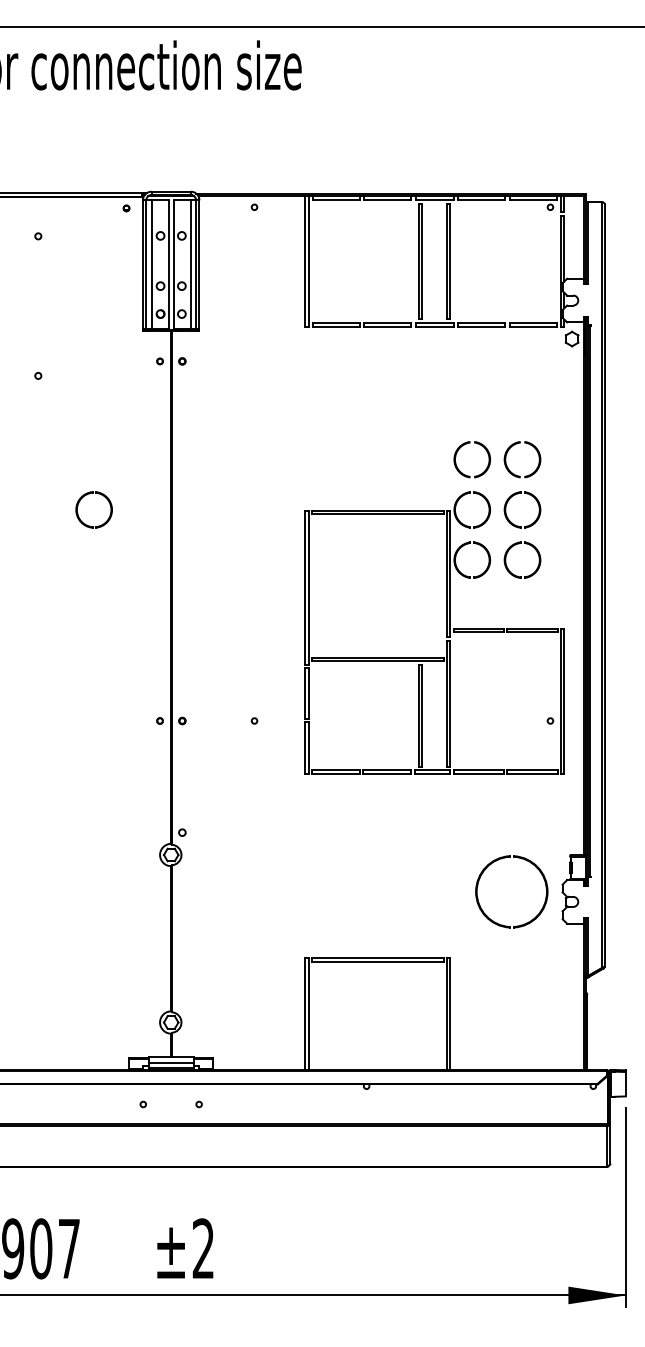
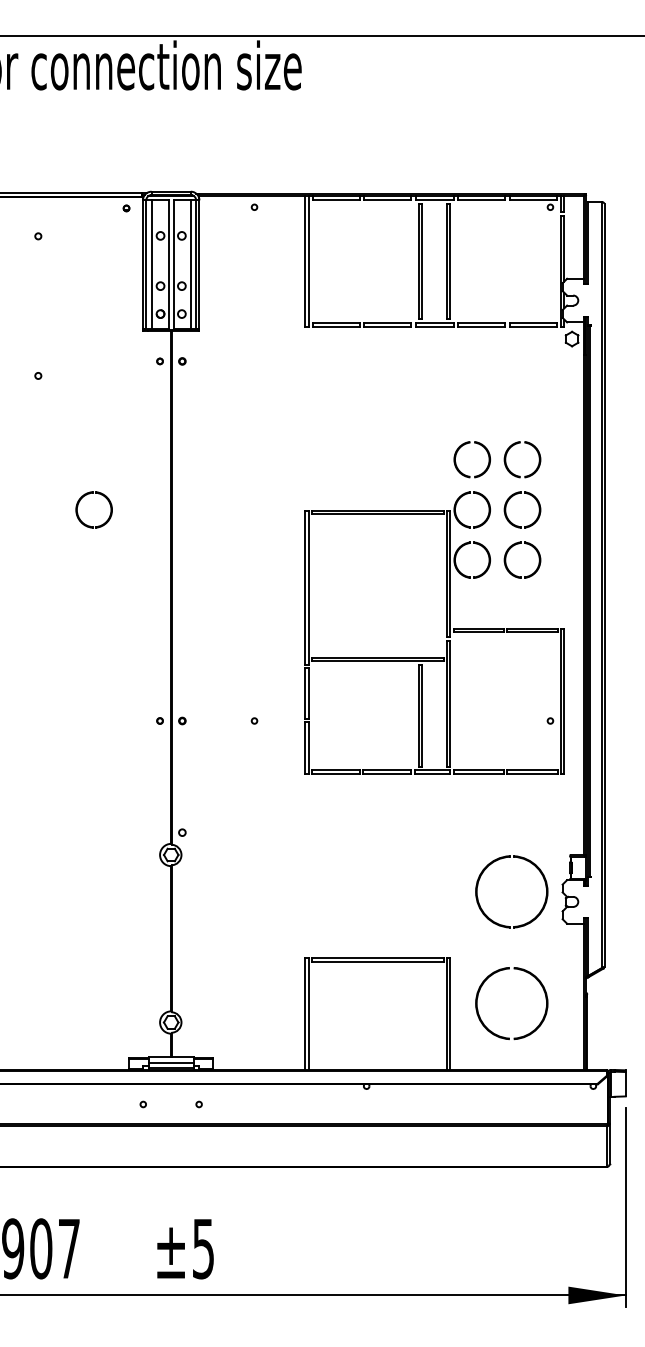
line at (321, 27) position: (321, 27) -> (321, 36)
part at (481, 988): none -> present
text at (202, 1248): ±2 -> ±5
